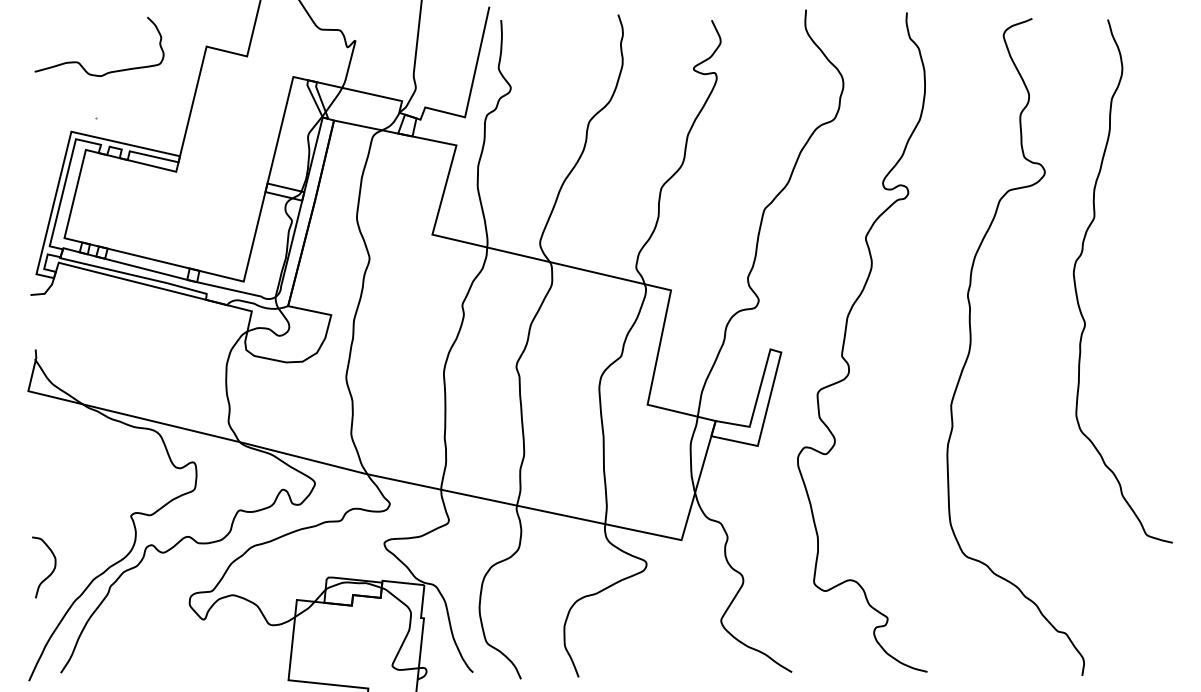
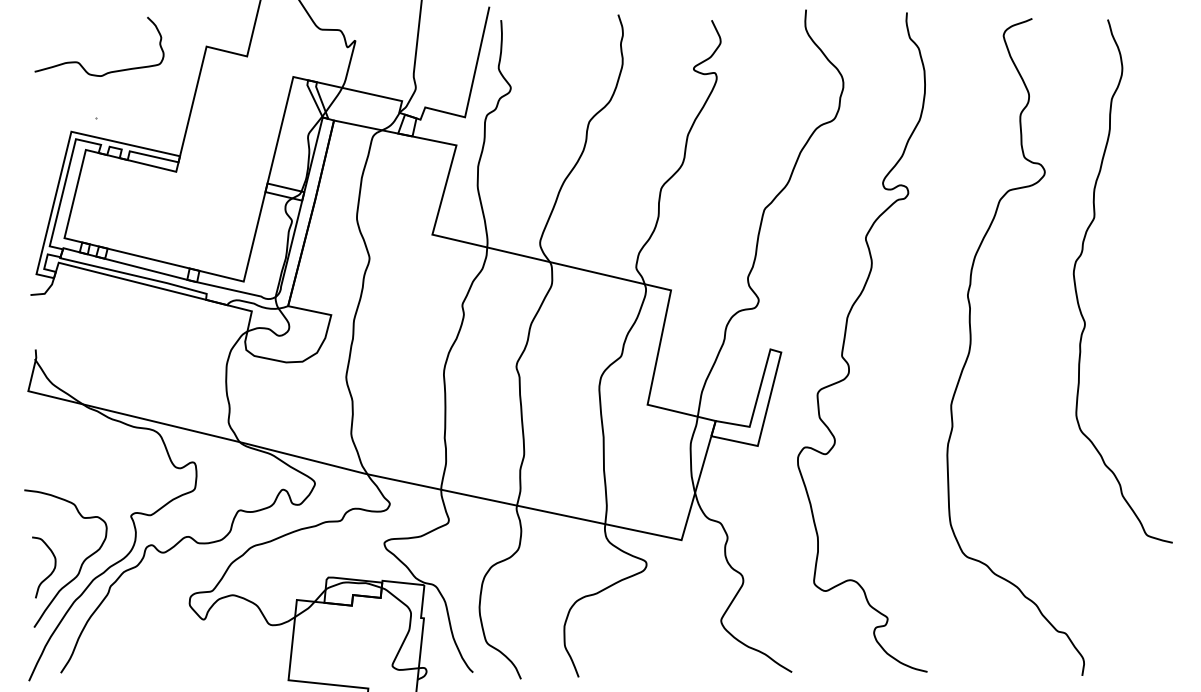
curve at (80, 565): none -> present
